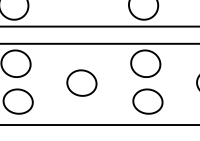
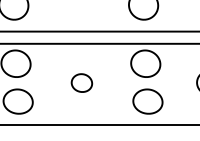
line at (99, 26) position: (99, 26) -> (99, 31)
part at (81, 82) size: 32x28 px -> 24x20 px
